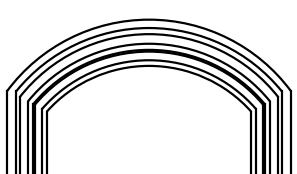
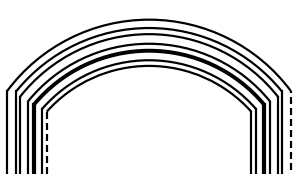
line at (290, 132): solid -> dashed
line at (46, 142): solid -> dashed
